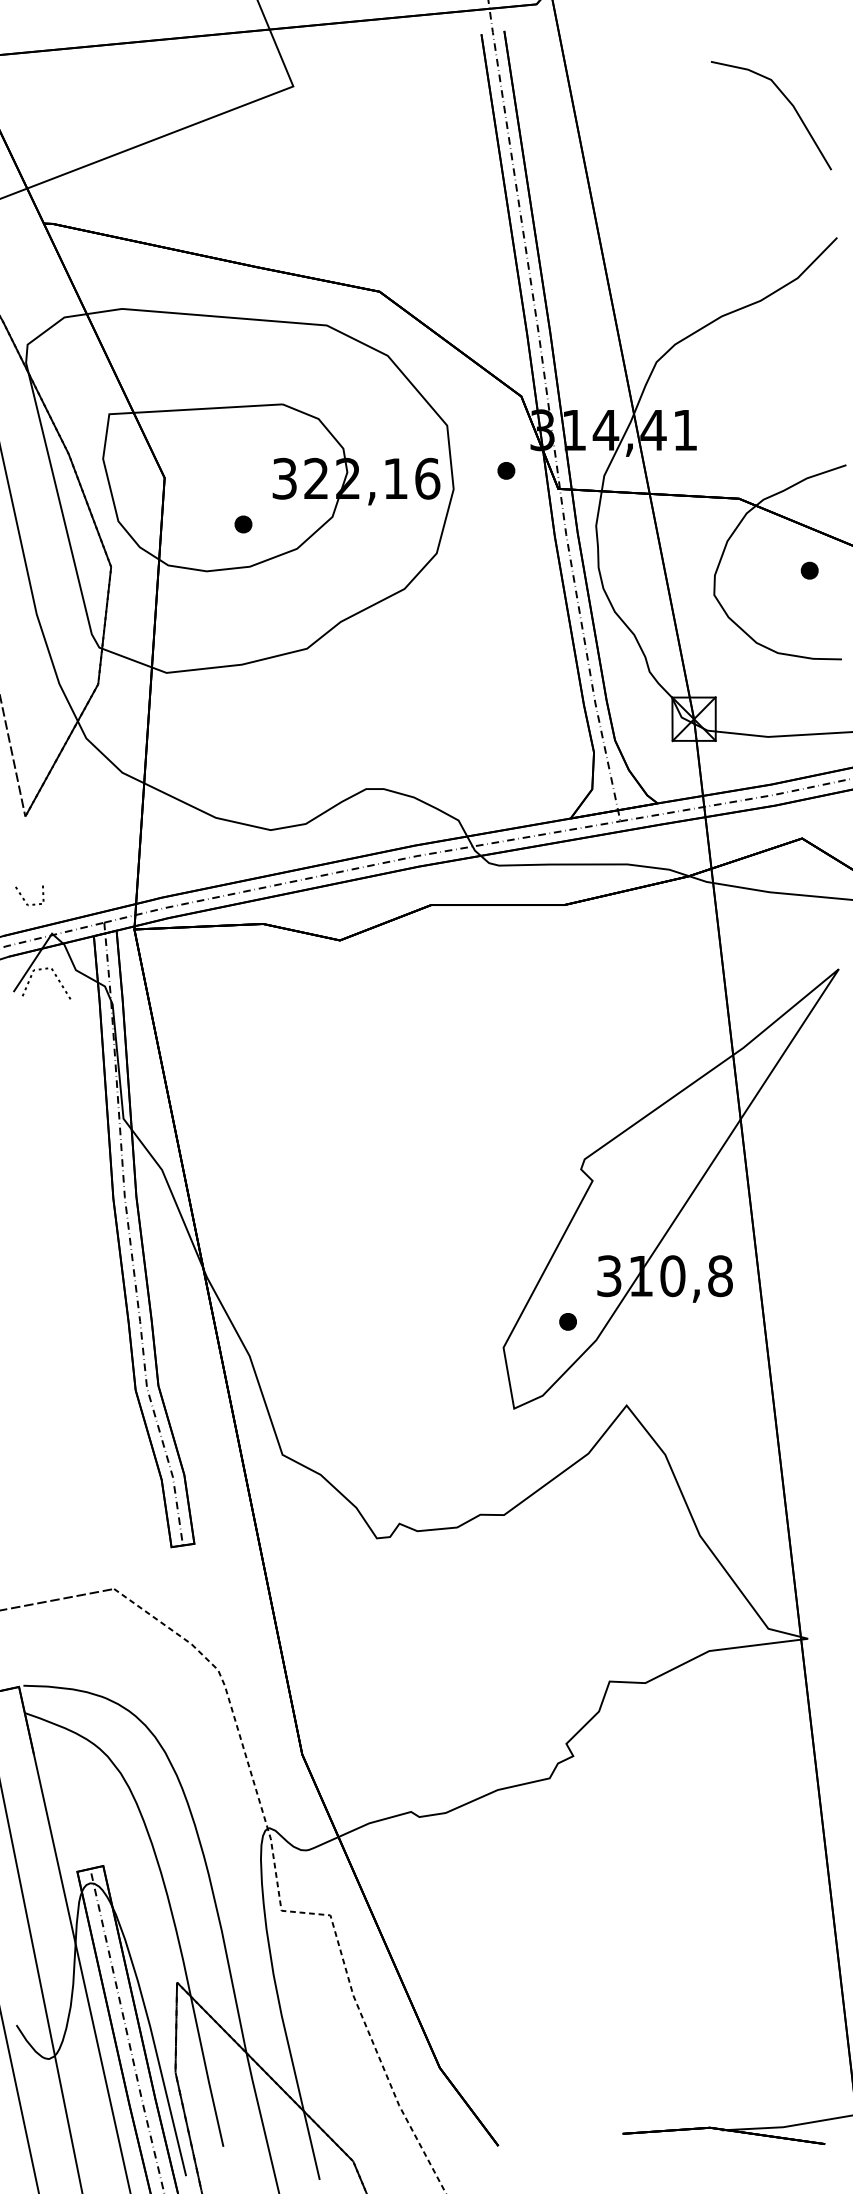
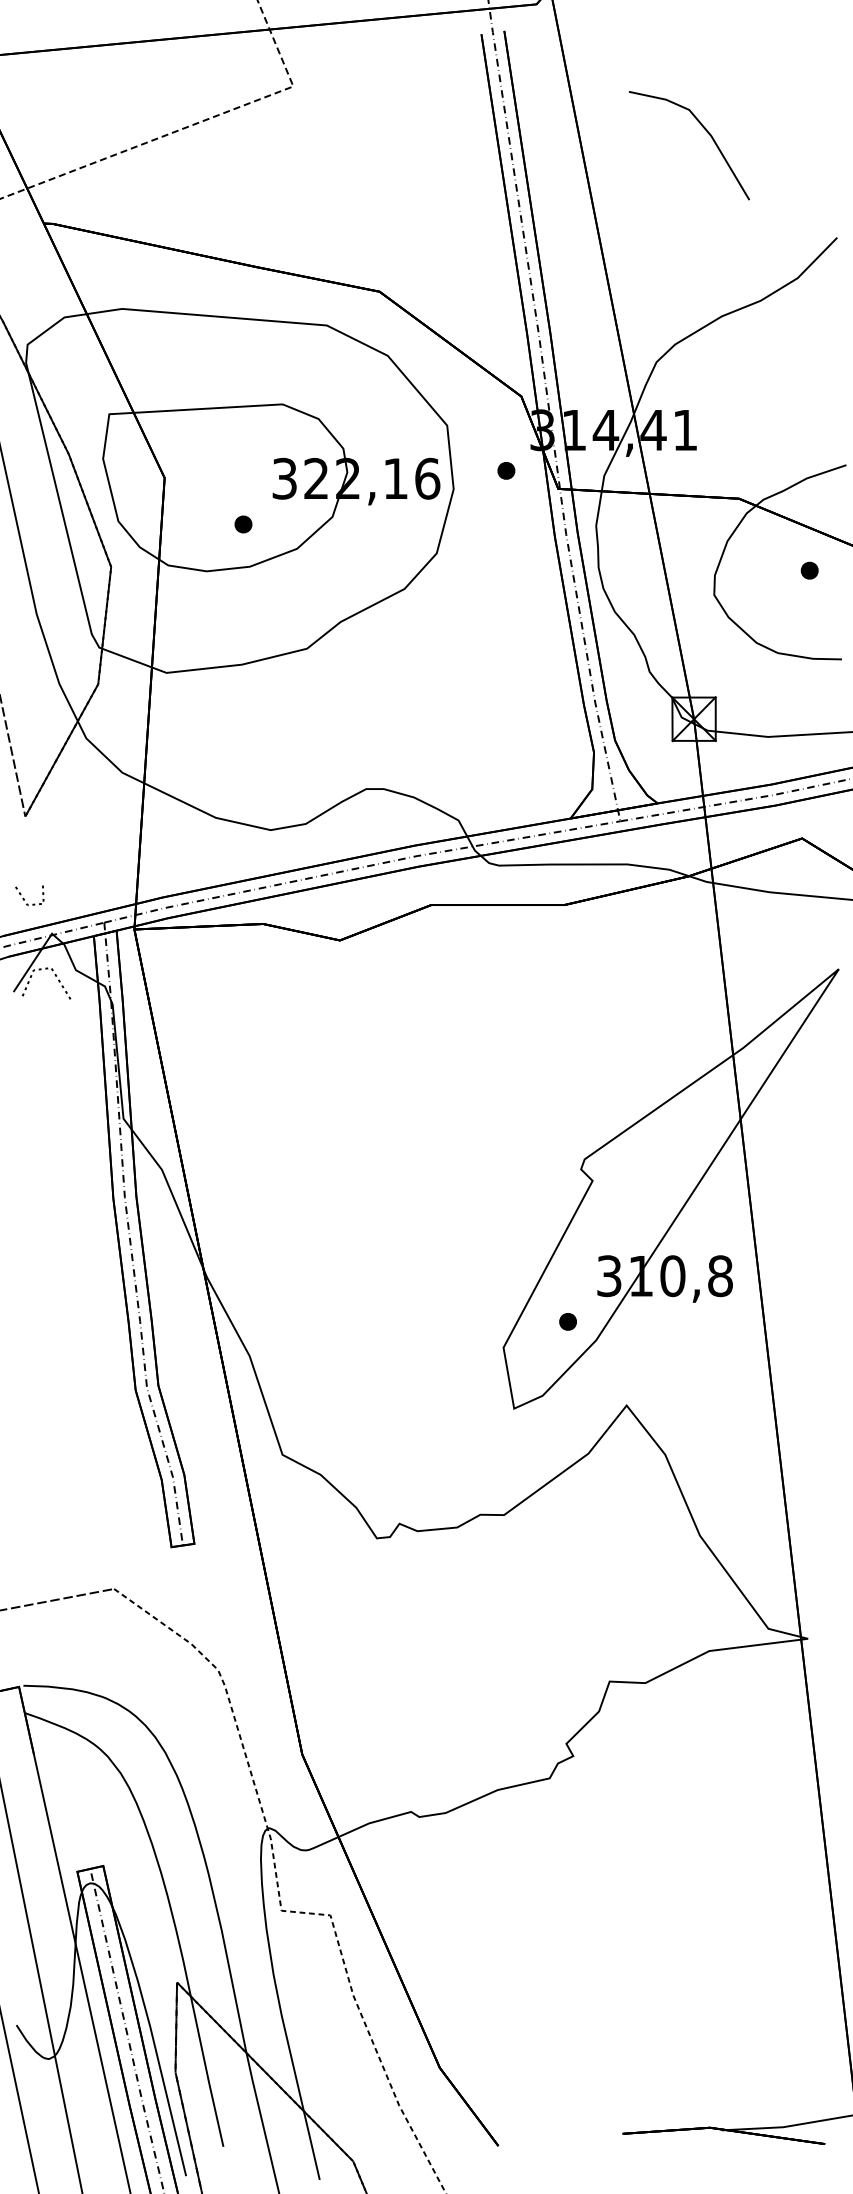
line at (789, 103) position: (789, 103) -> (707, 133)
line at (190, 125): solid -> dashed
